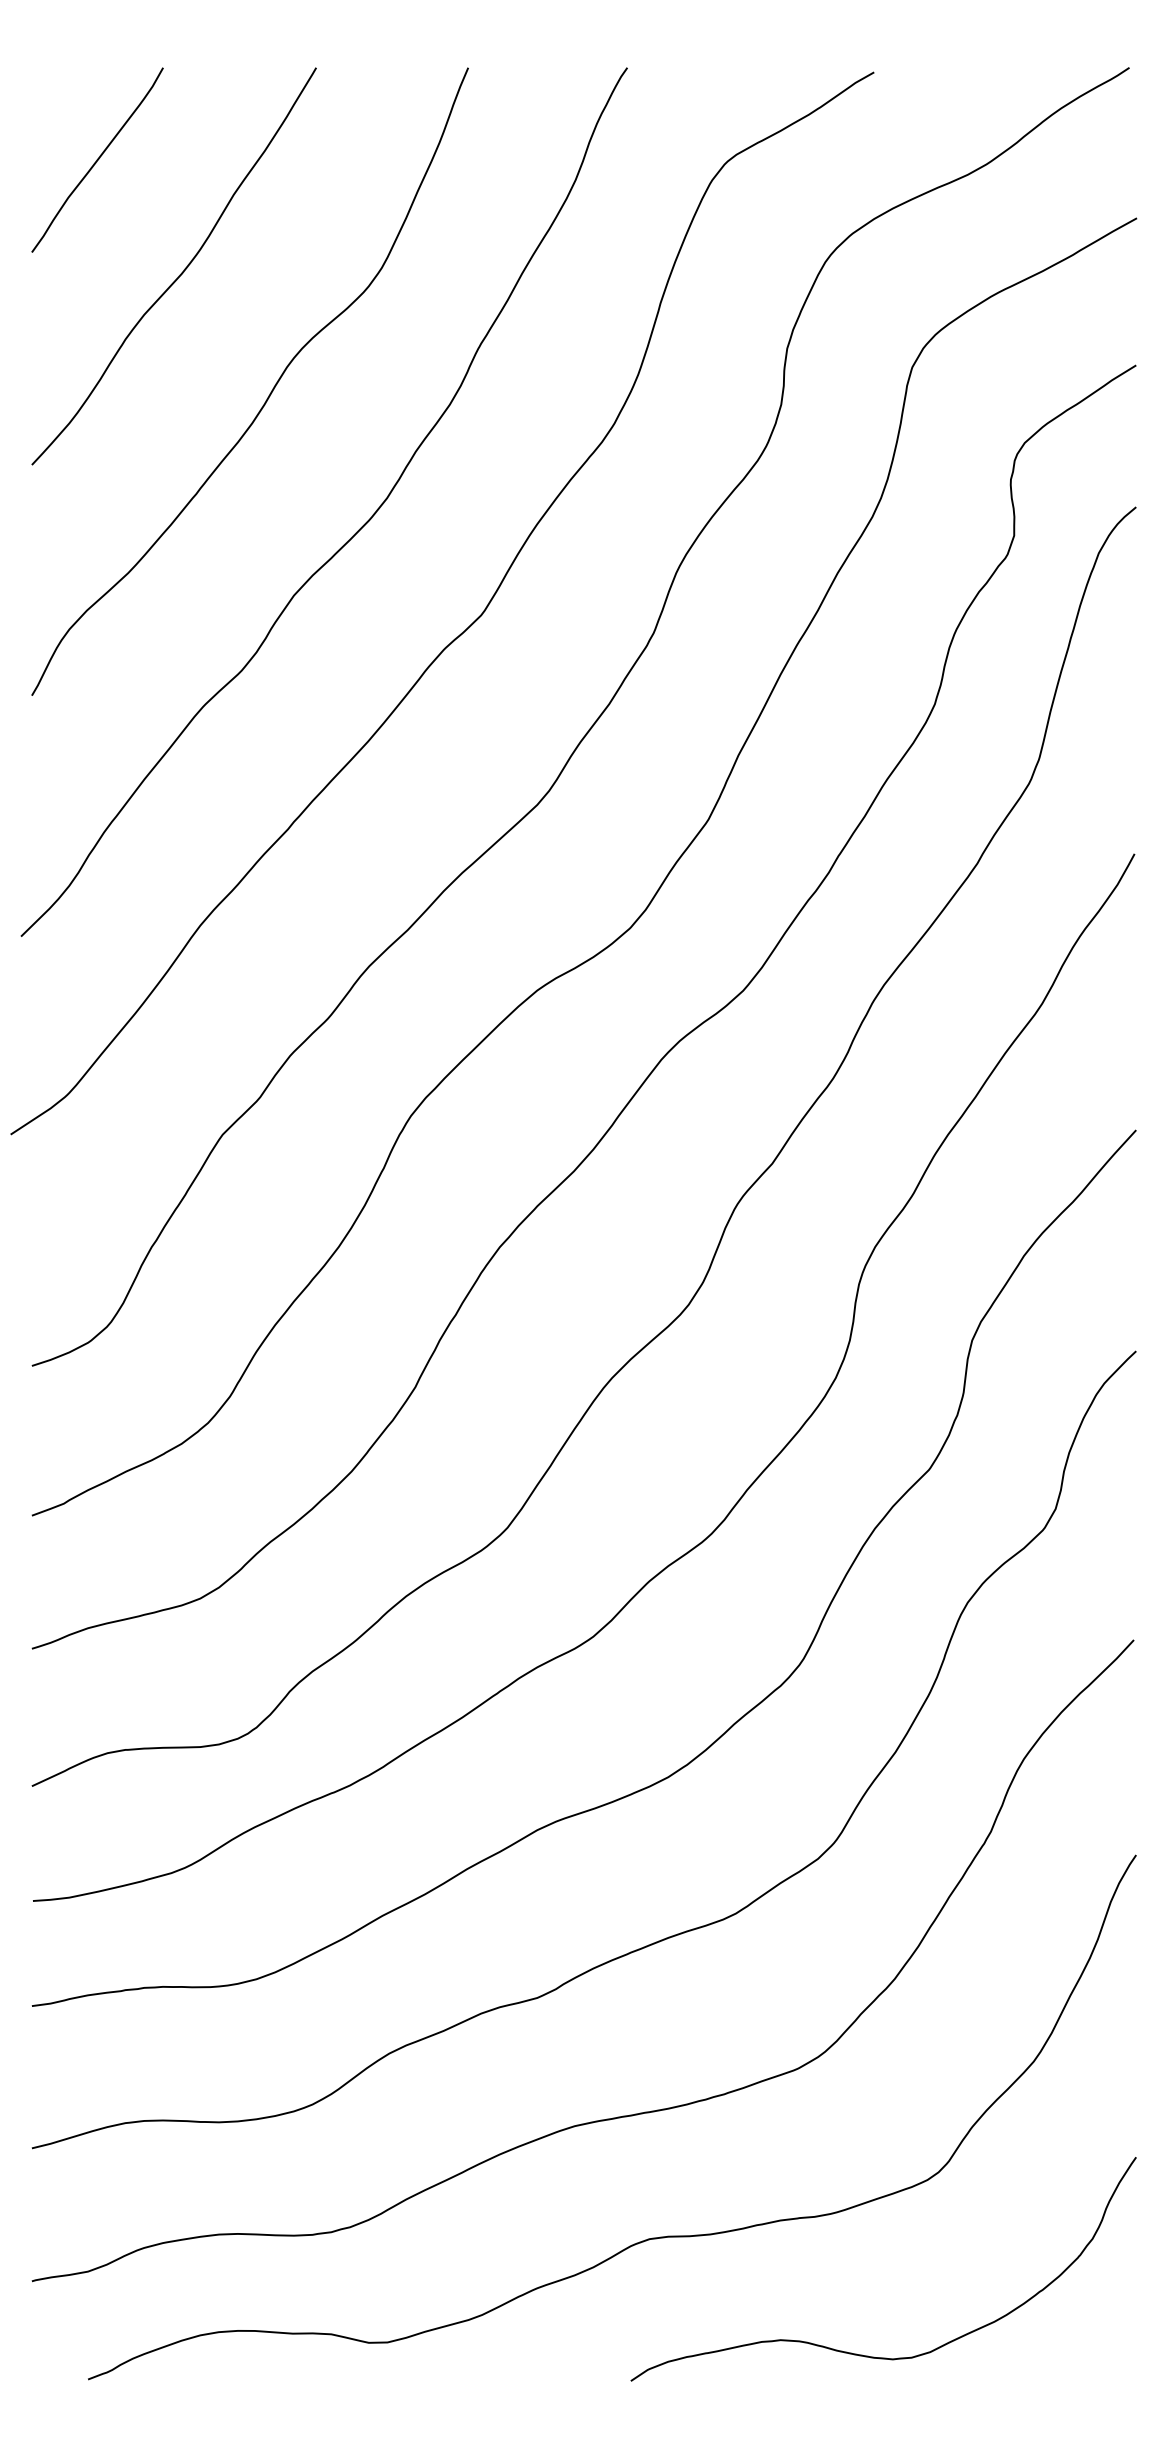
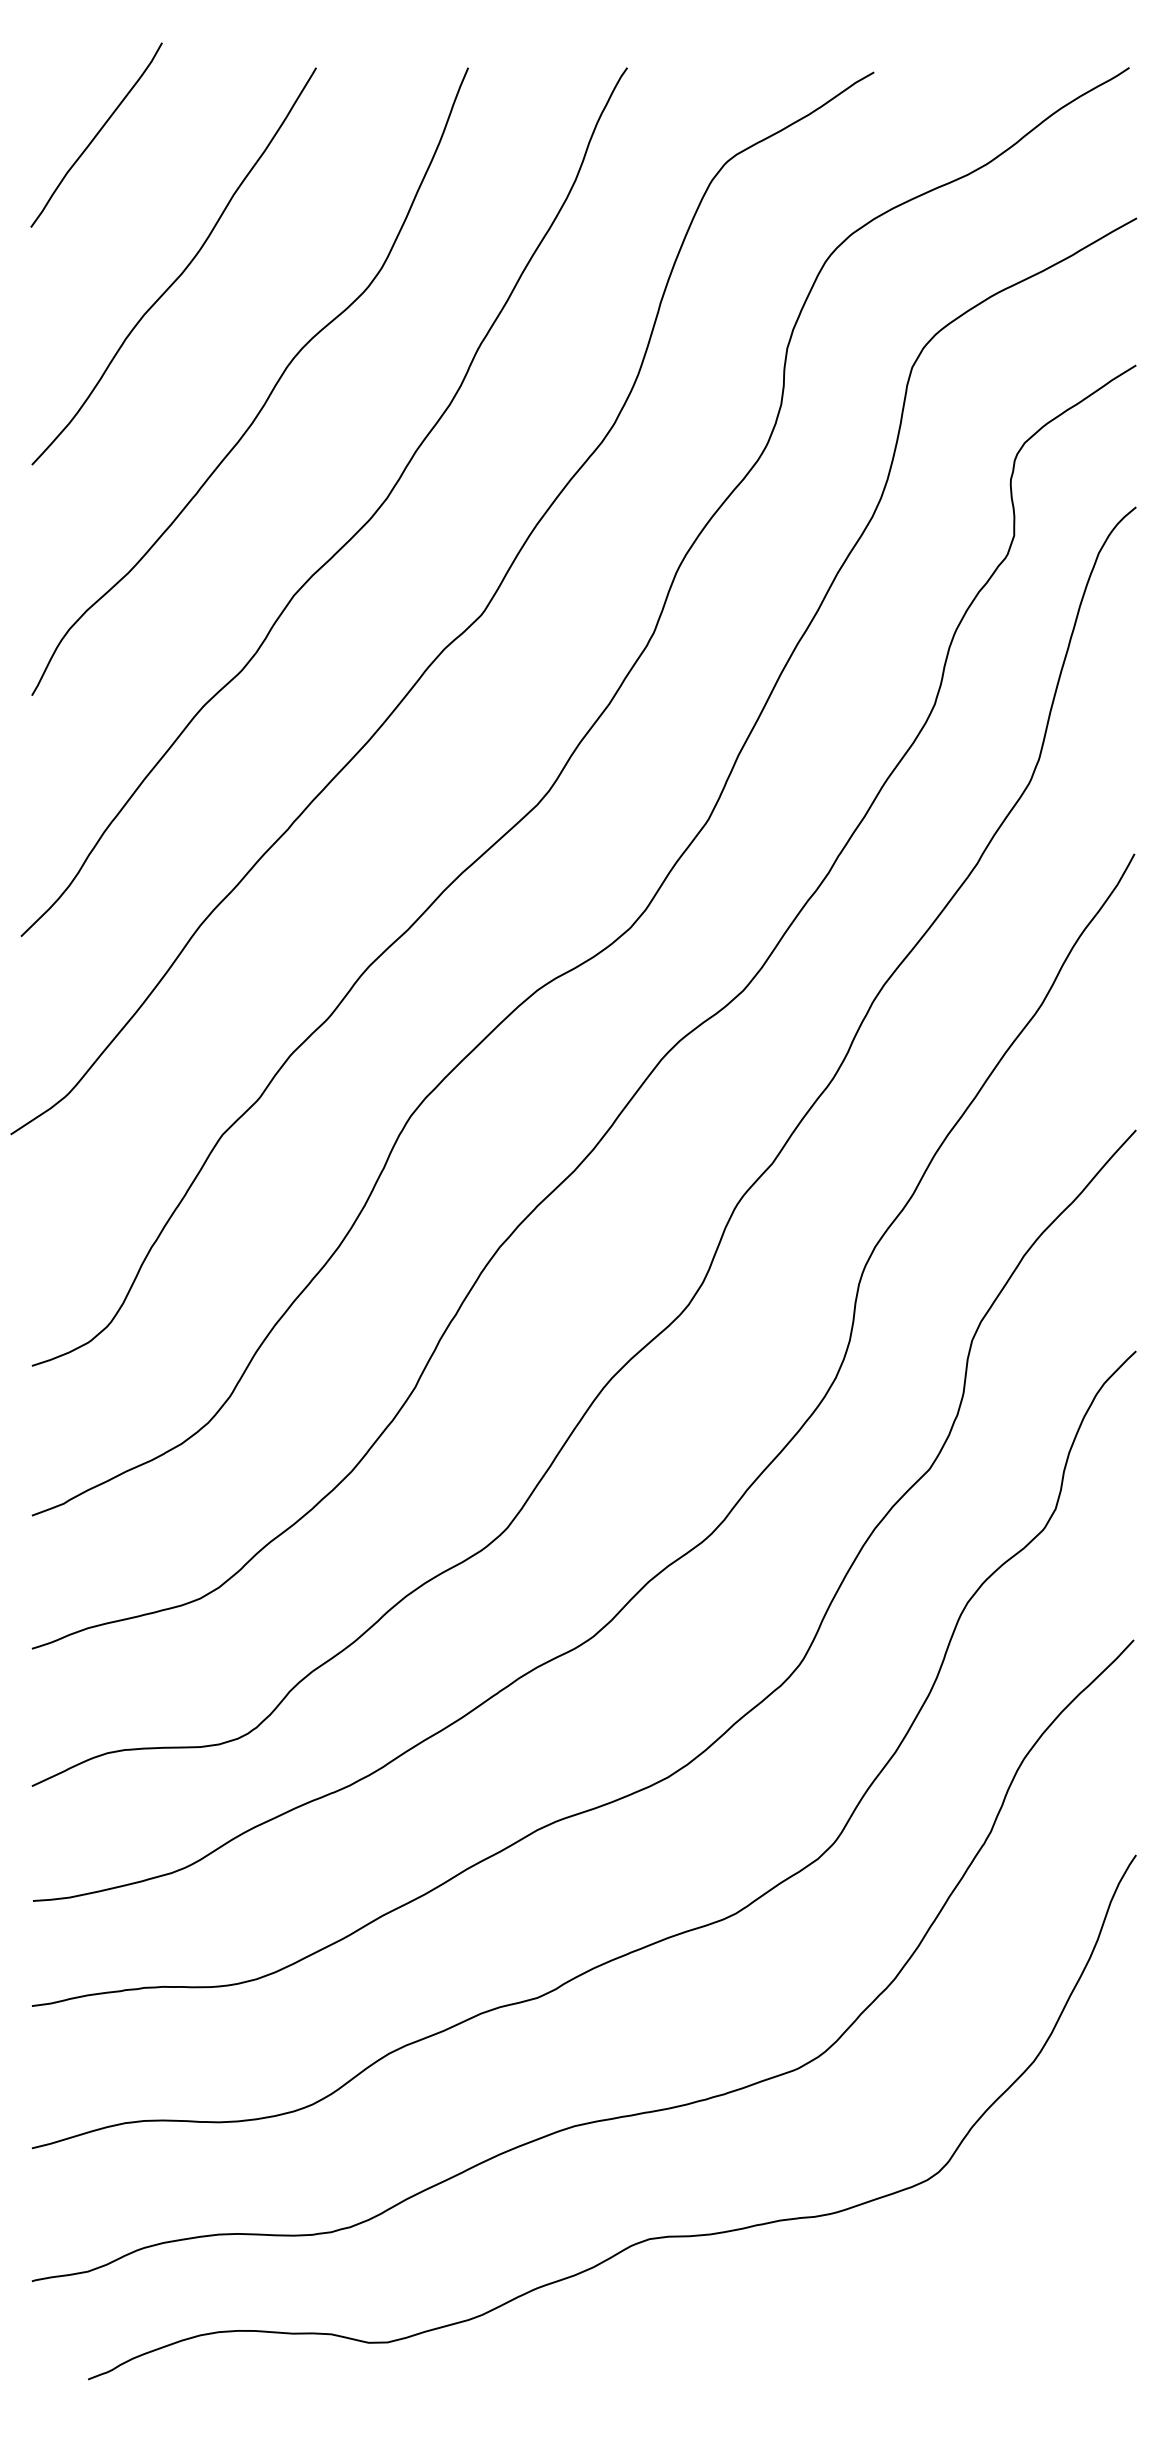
curve at (97, 159) position: (97, 159) -> (96, 134)
curve at (868, 2355): present -> none
